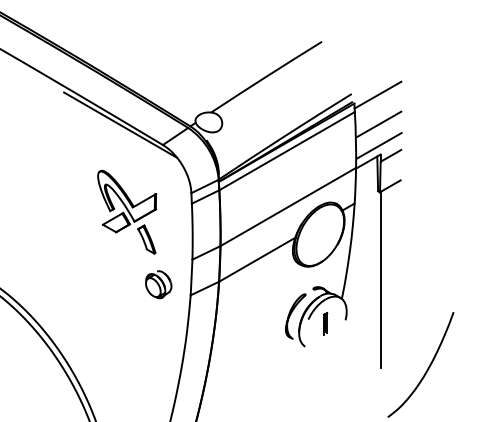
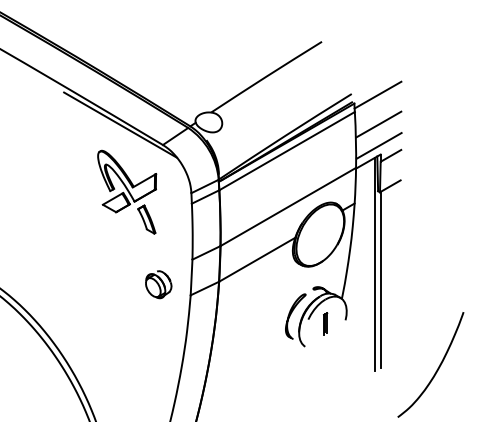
part at (127, 211) position: (127, 211) -> (127, 191)
line at (375, 264): none -> present
curve at (427, 368) position: (427, 368) -> (437, 368)
